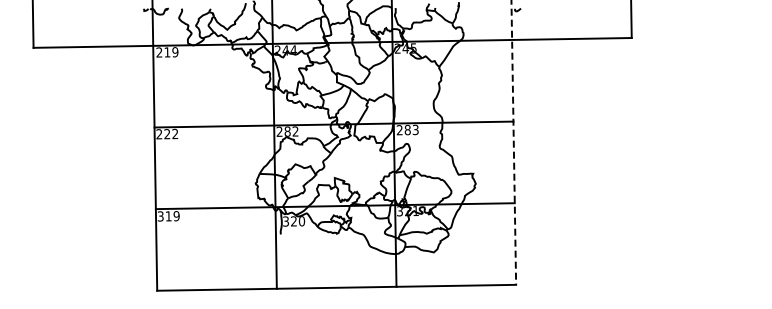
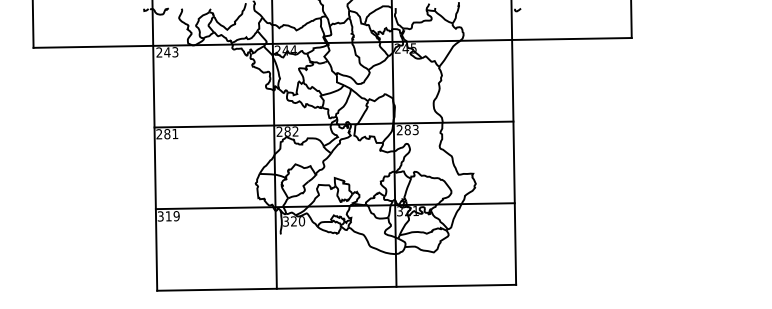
text at (171, 52): 219 -> 243
text at (171, 133): 222 -> 281
line at (513, 143): dashed -> solid
